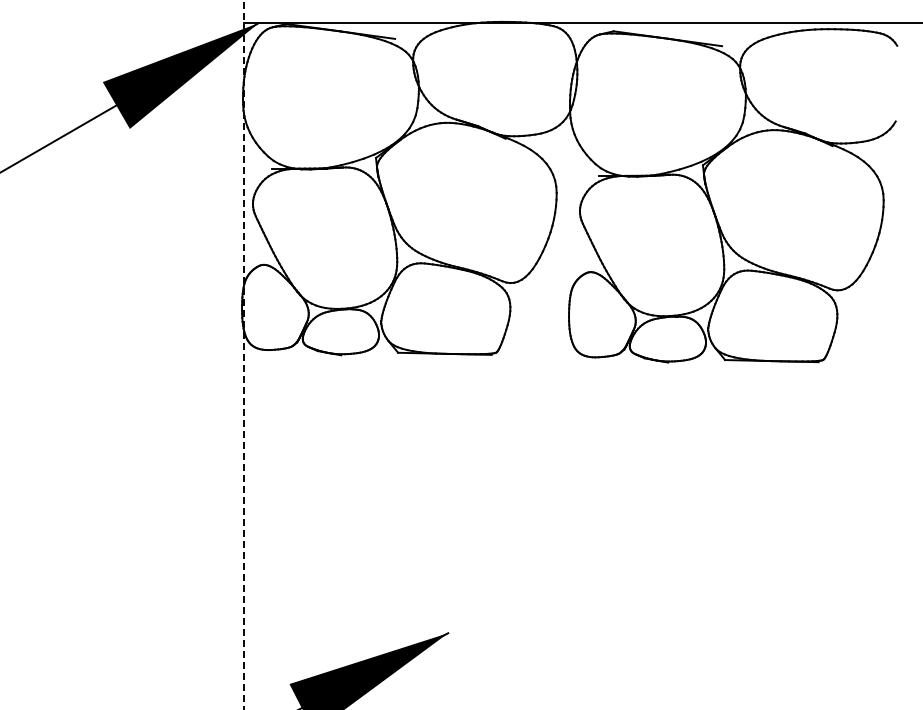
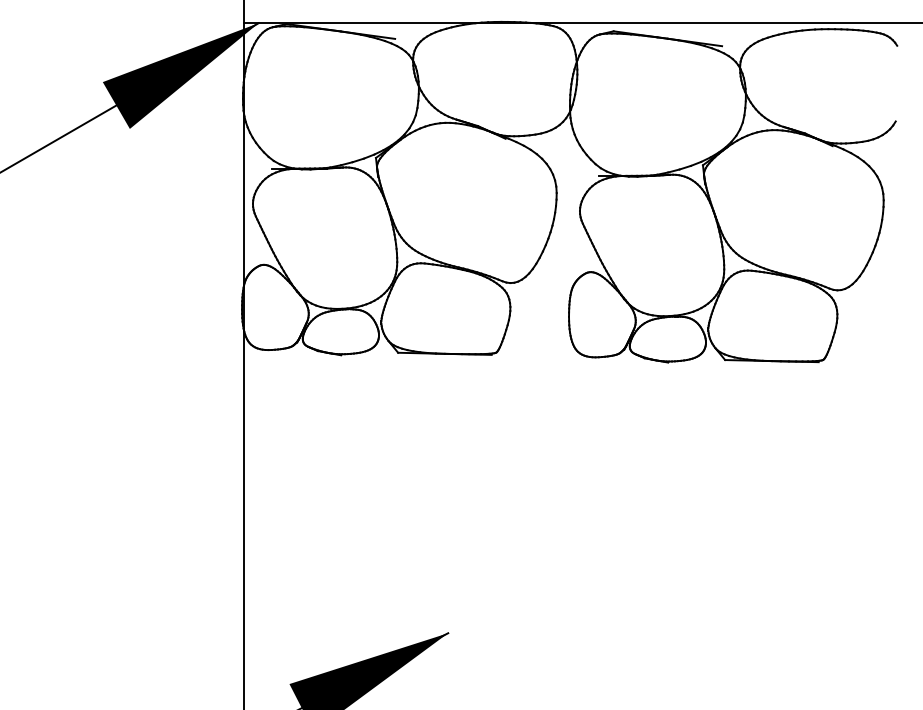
line at (243, 355): dashed -> solid
